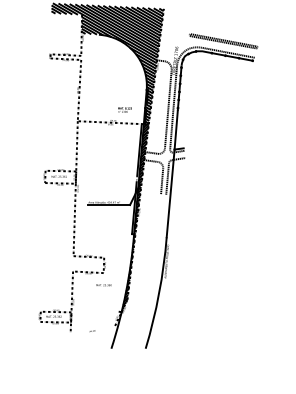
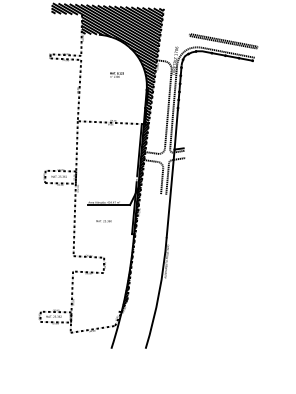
text at (124, 109) position: (124, 109) -> (116, 74)
text at (103, 285) position: (103, 285) -> (103, 221)
line at (92, 328): none -> present
